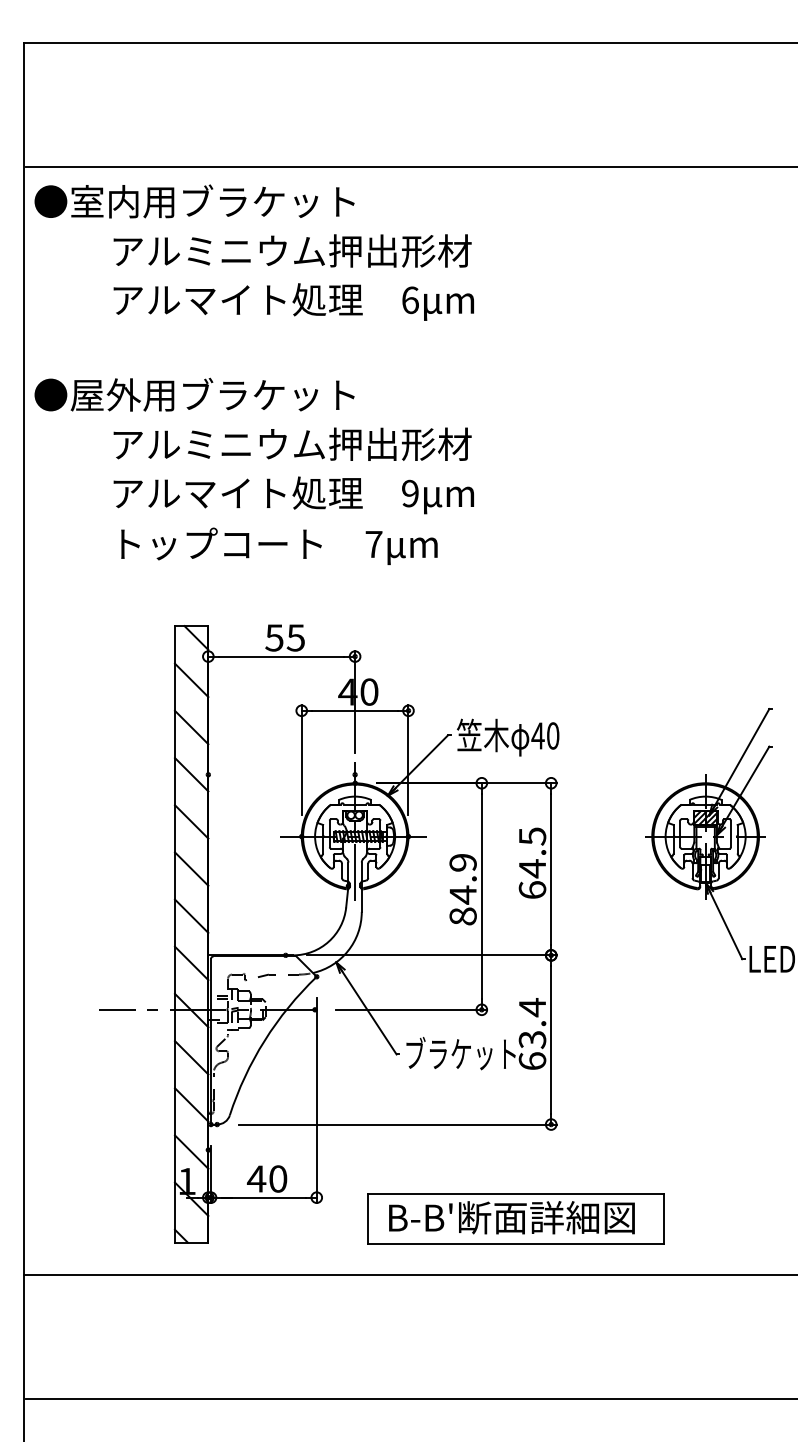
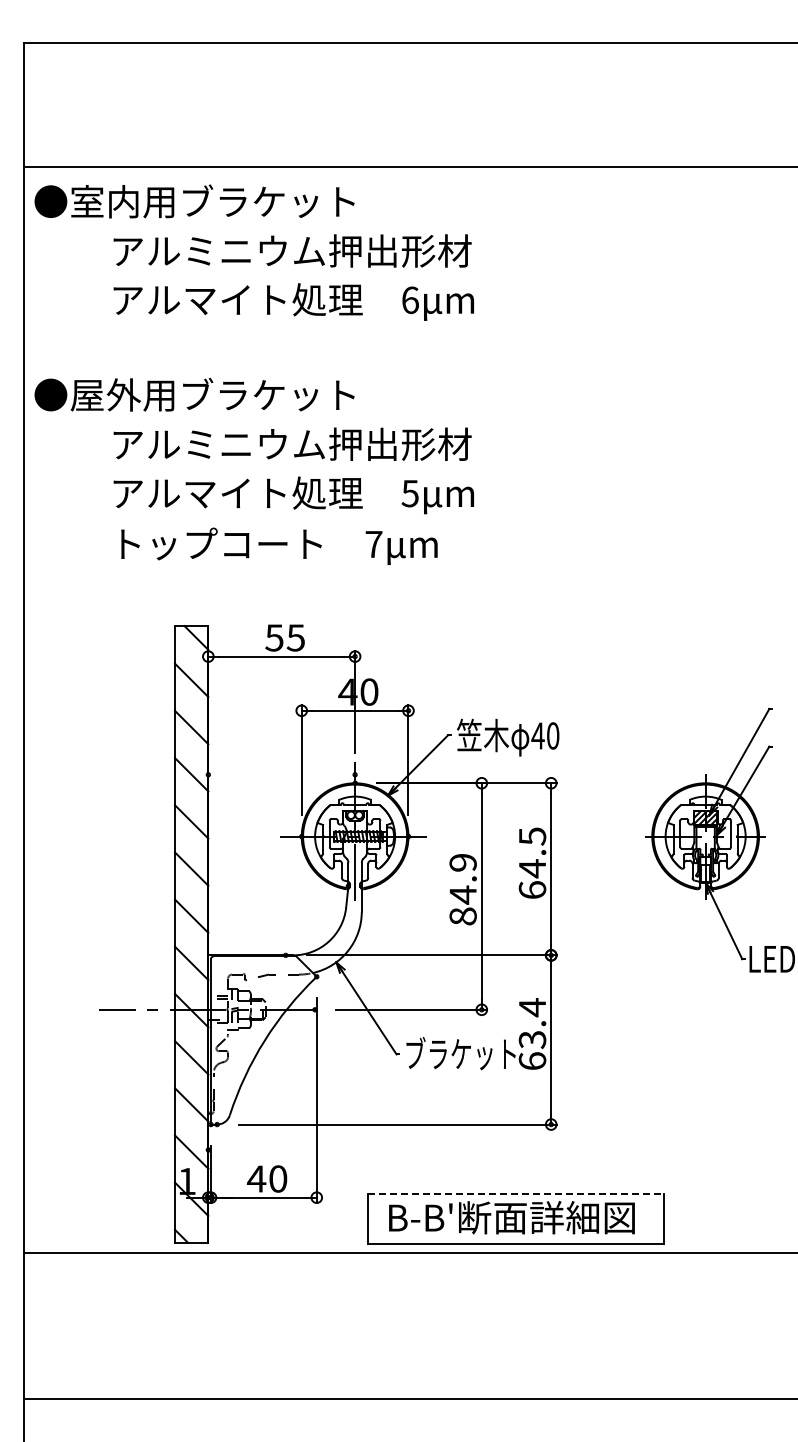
text at (409, 493): 9 -> 5
line at (515, 1194): solid -> dashed
line at (408, 1275) position: (408, 1275) -> (408, 1253)
